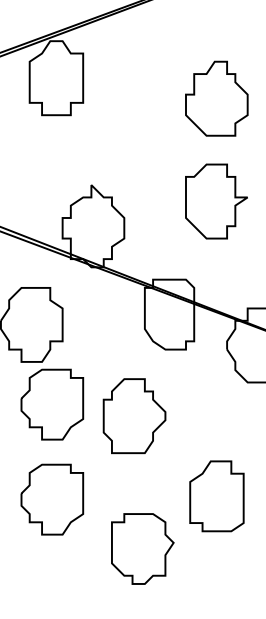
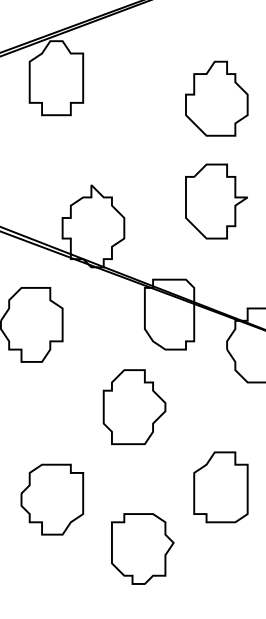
part at (52, 404): present -> none
part at (134, 416) position: (134, 416) -> (134, 407)
part at (216, 496) position: (216, 496) -> (220, 487)
